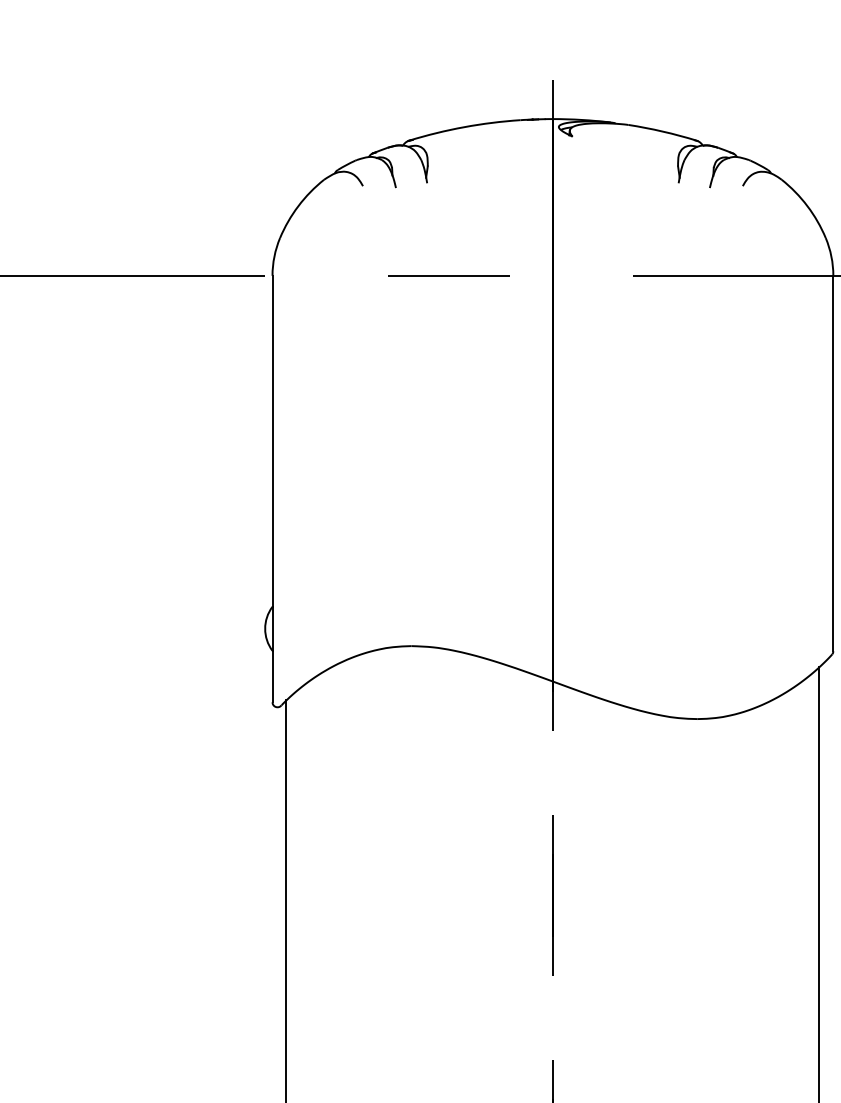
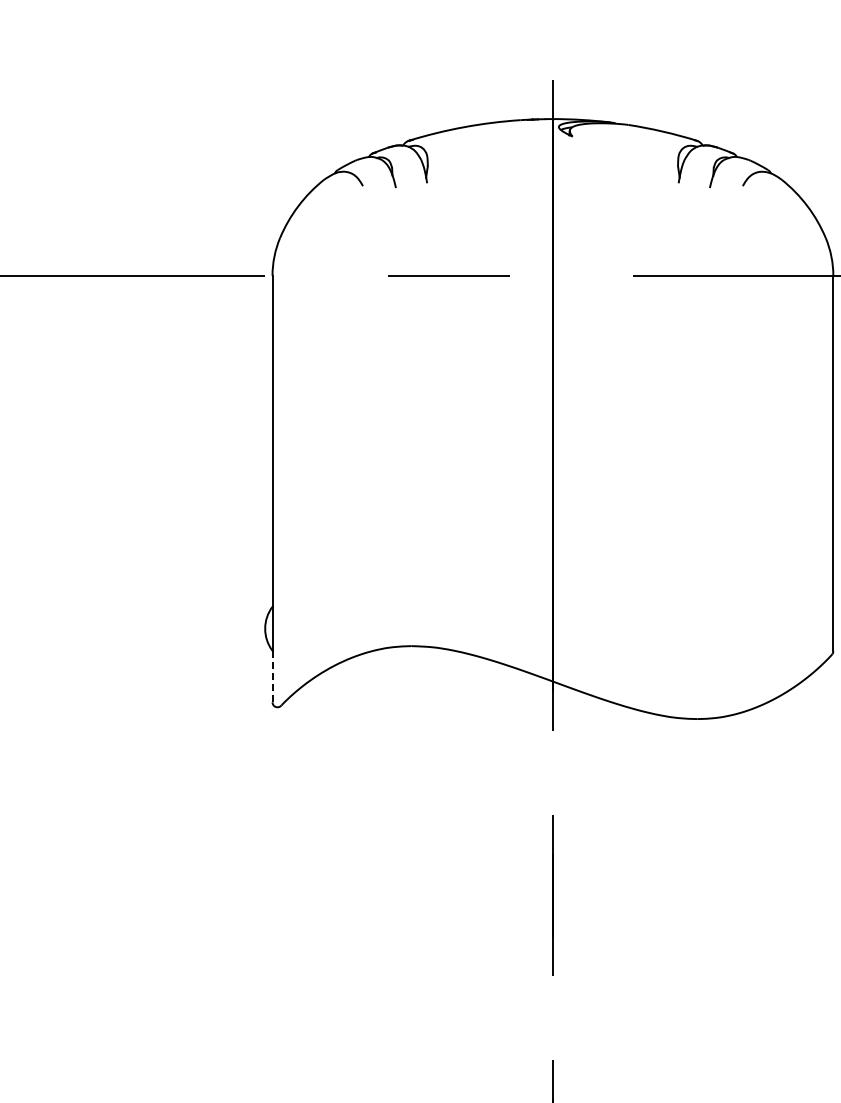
line at (272, 676): solid -> dashed
line at (819, 883): present -> none
line at (286, 899): present -> none
